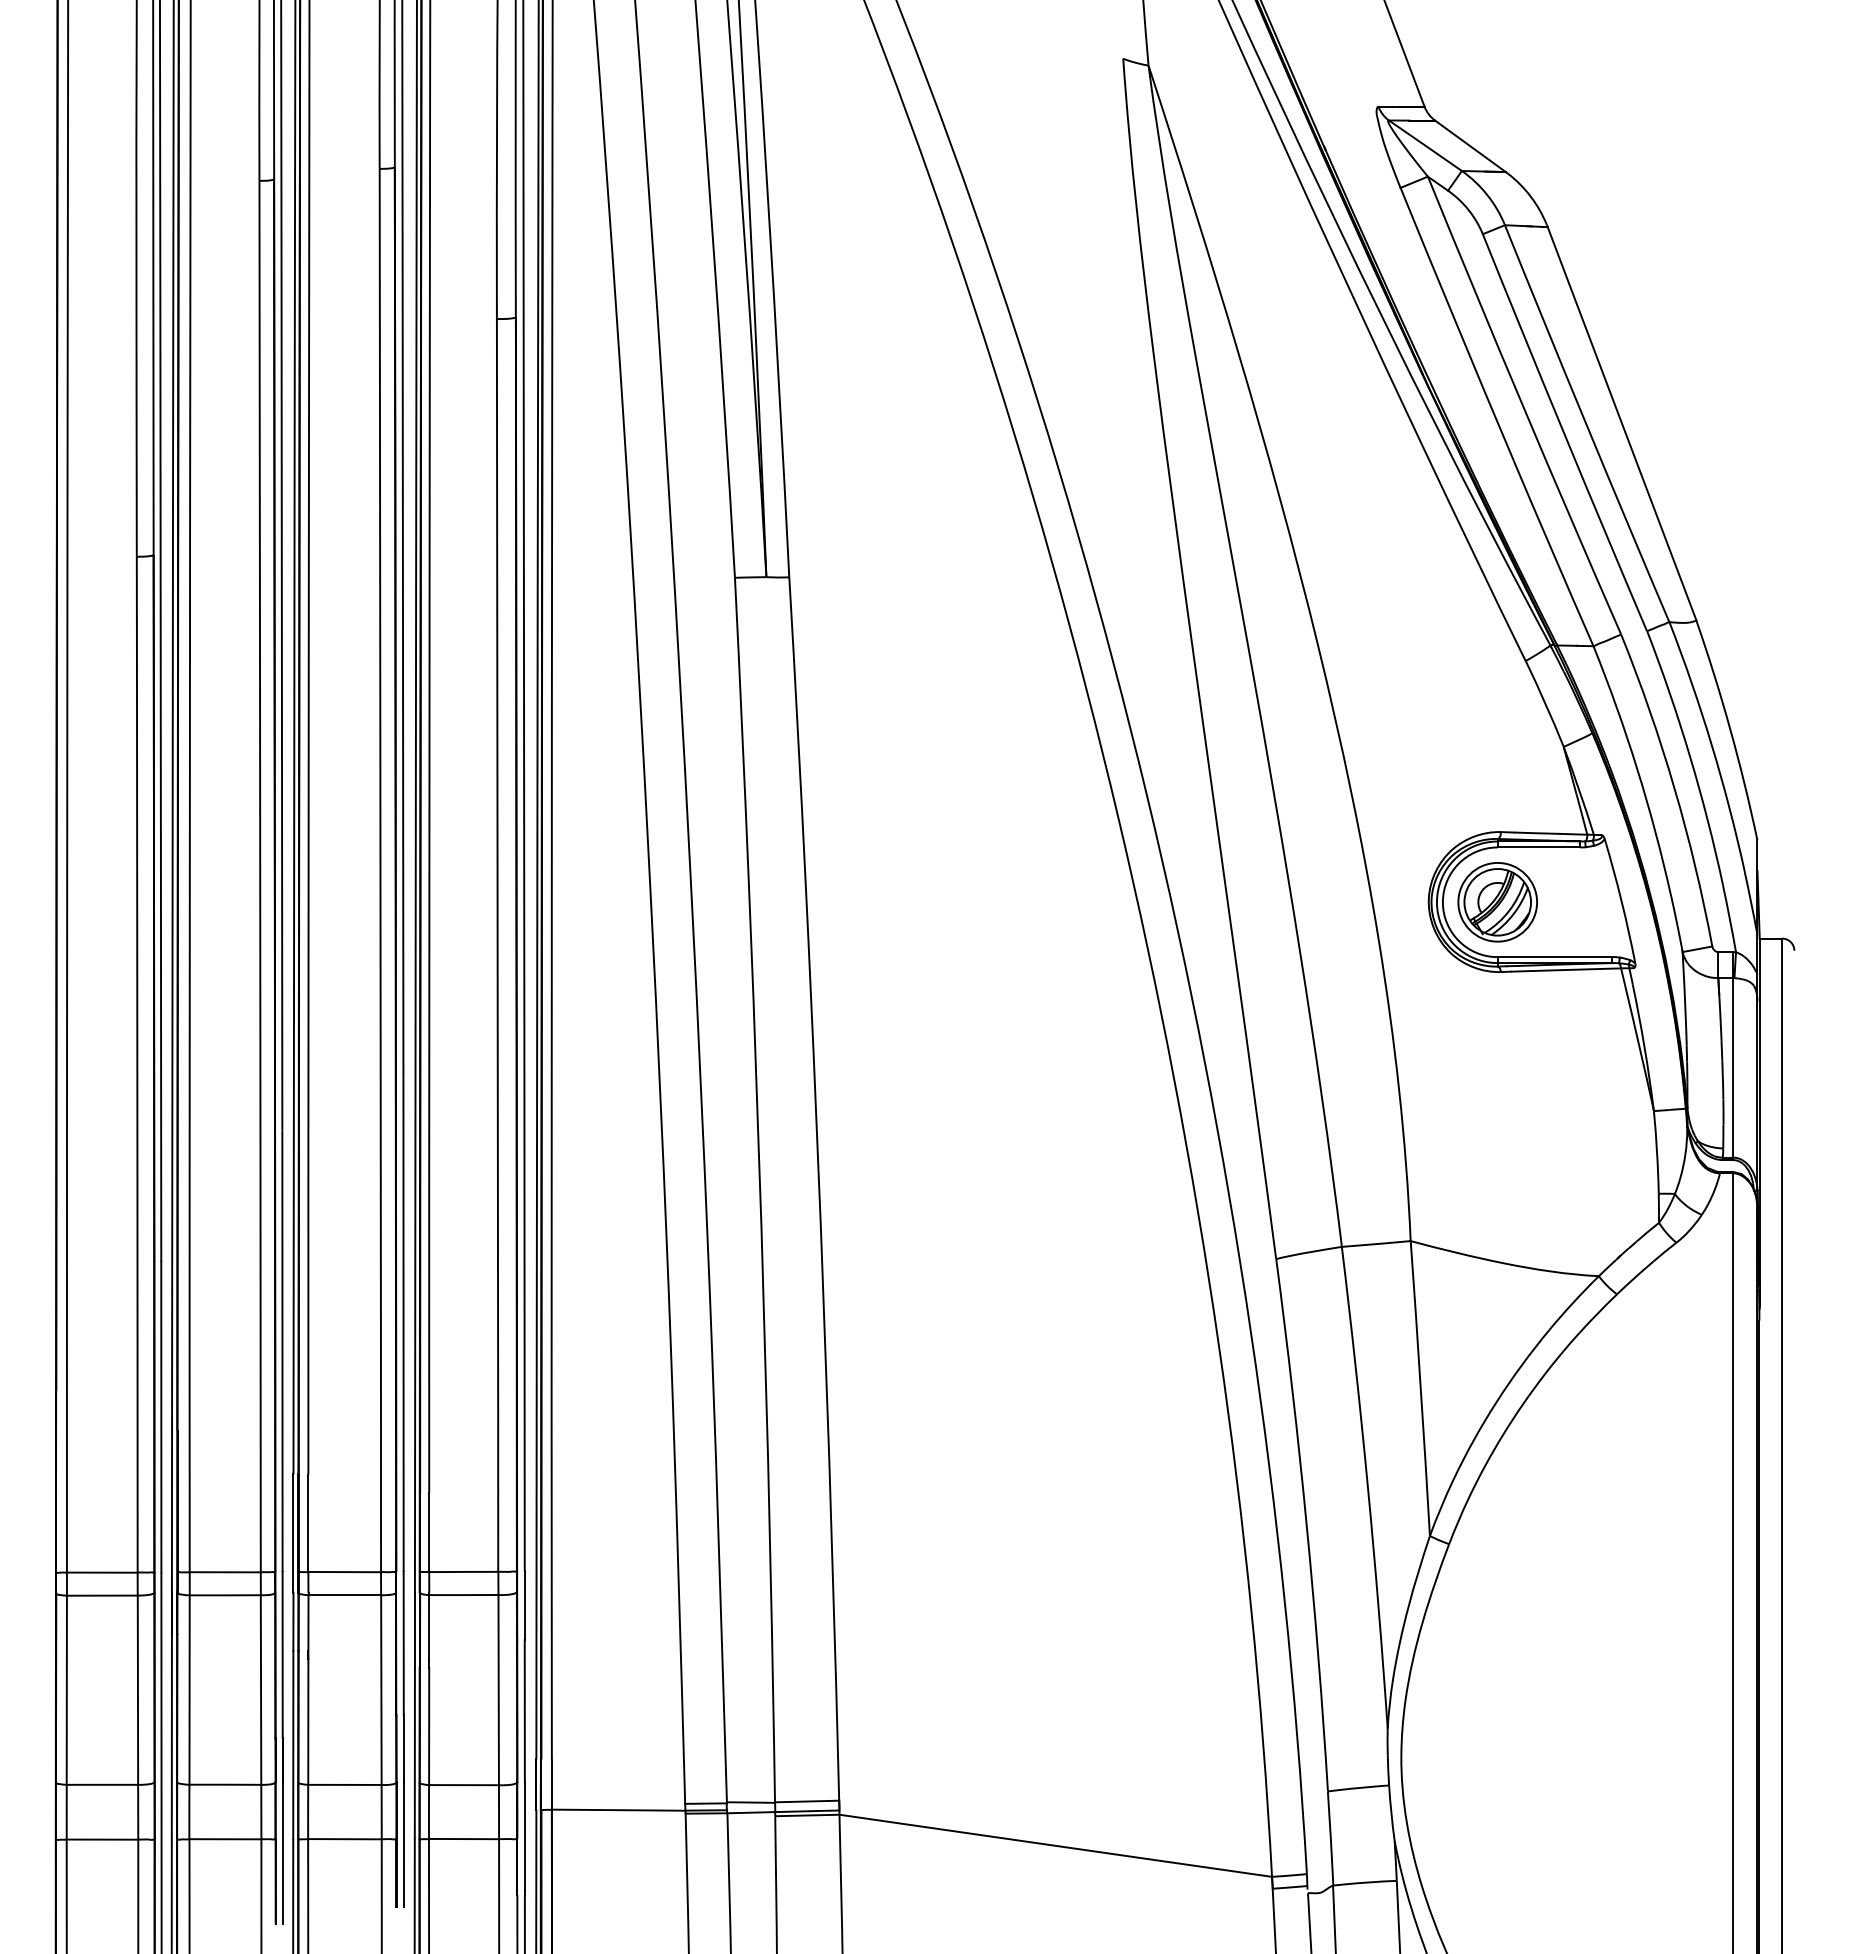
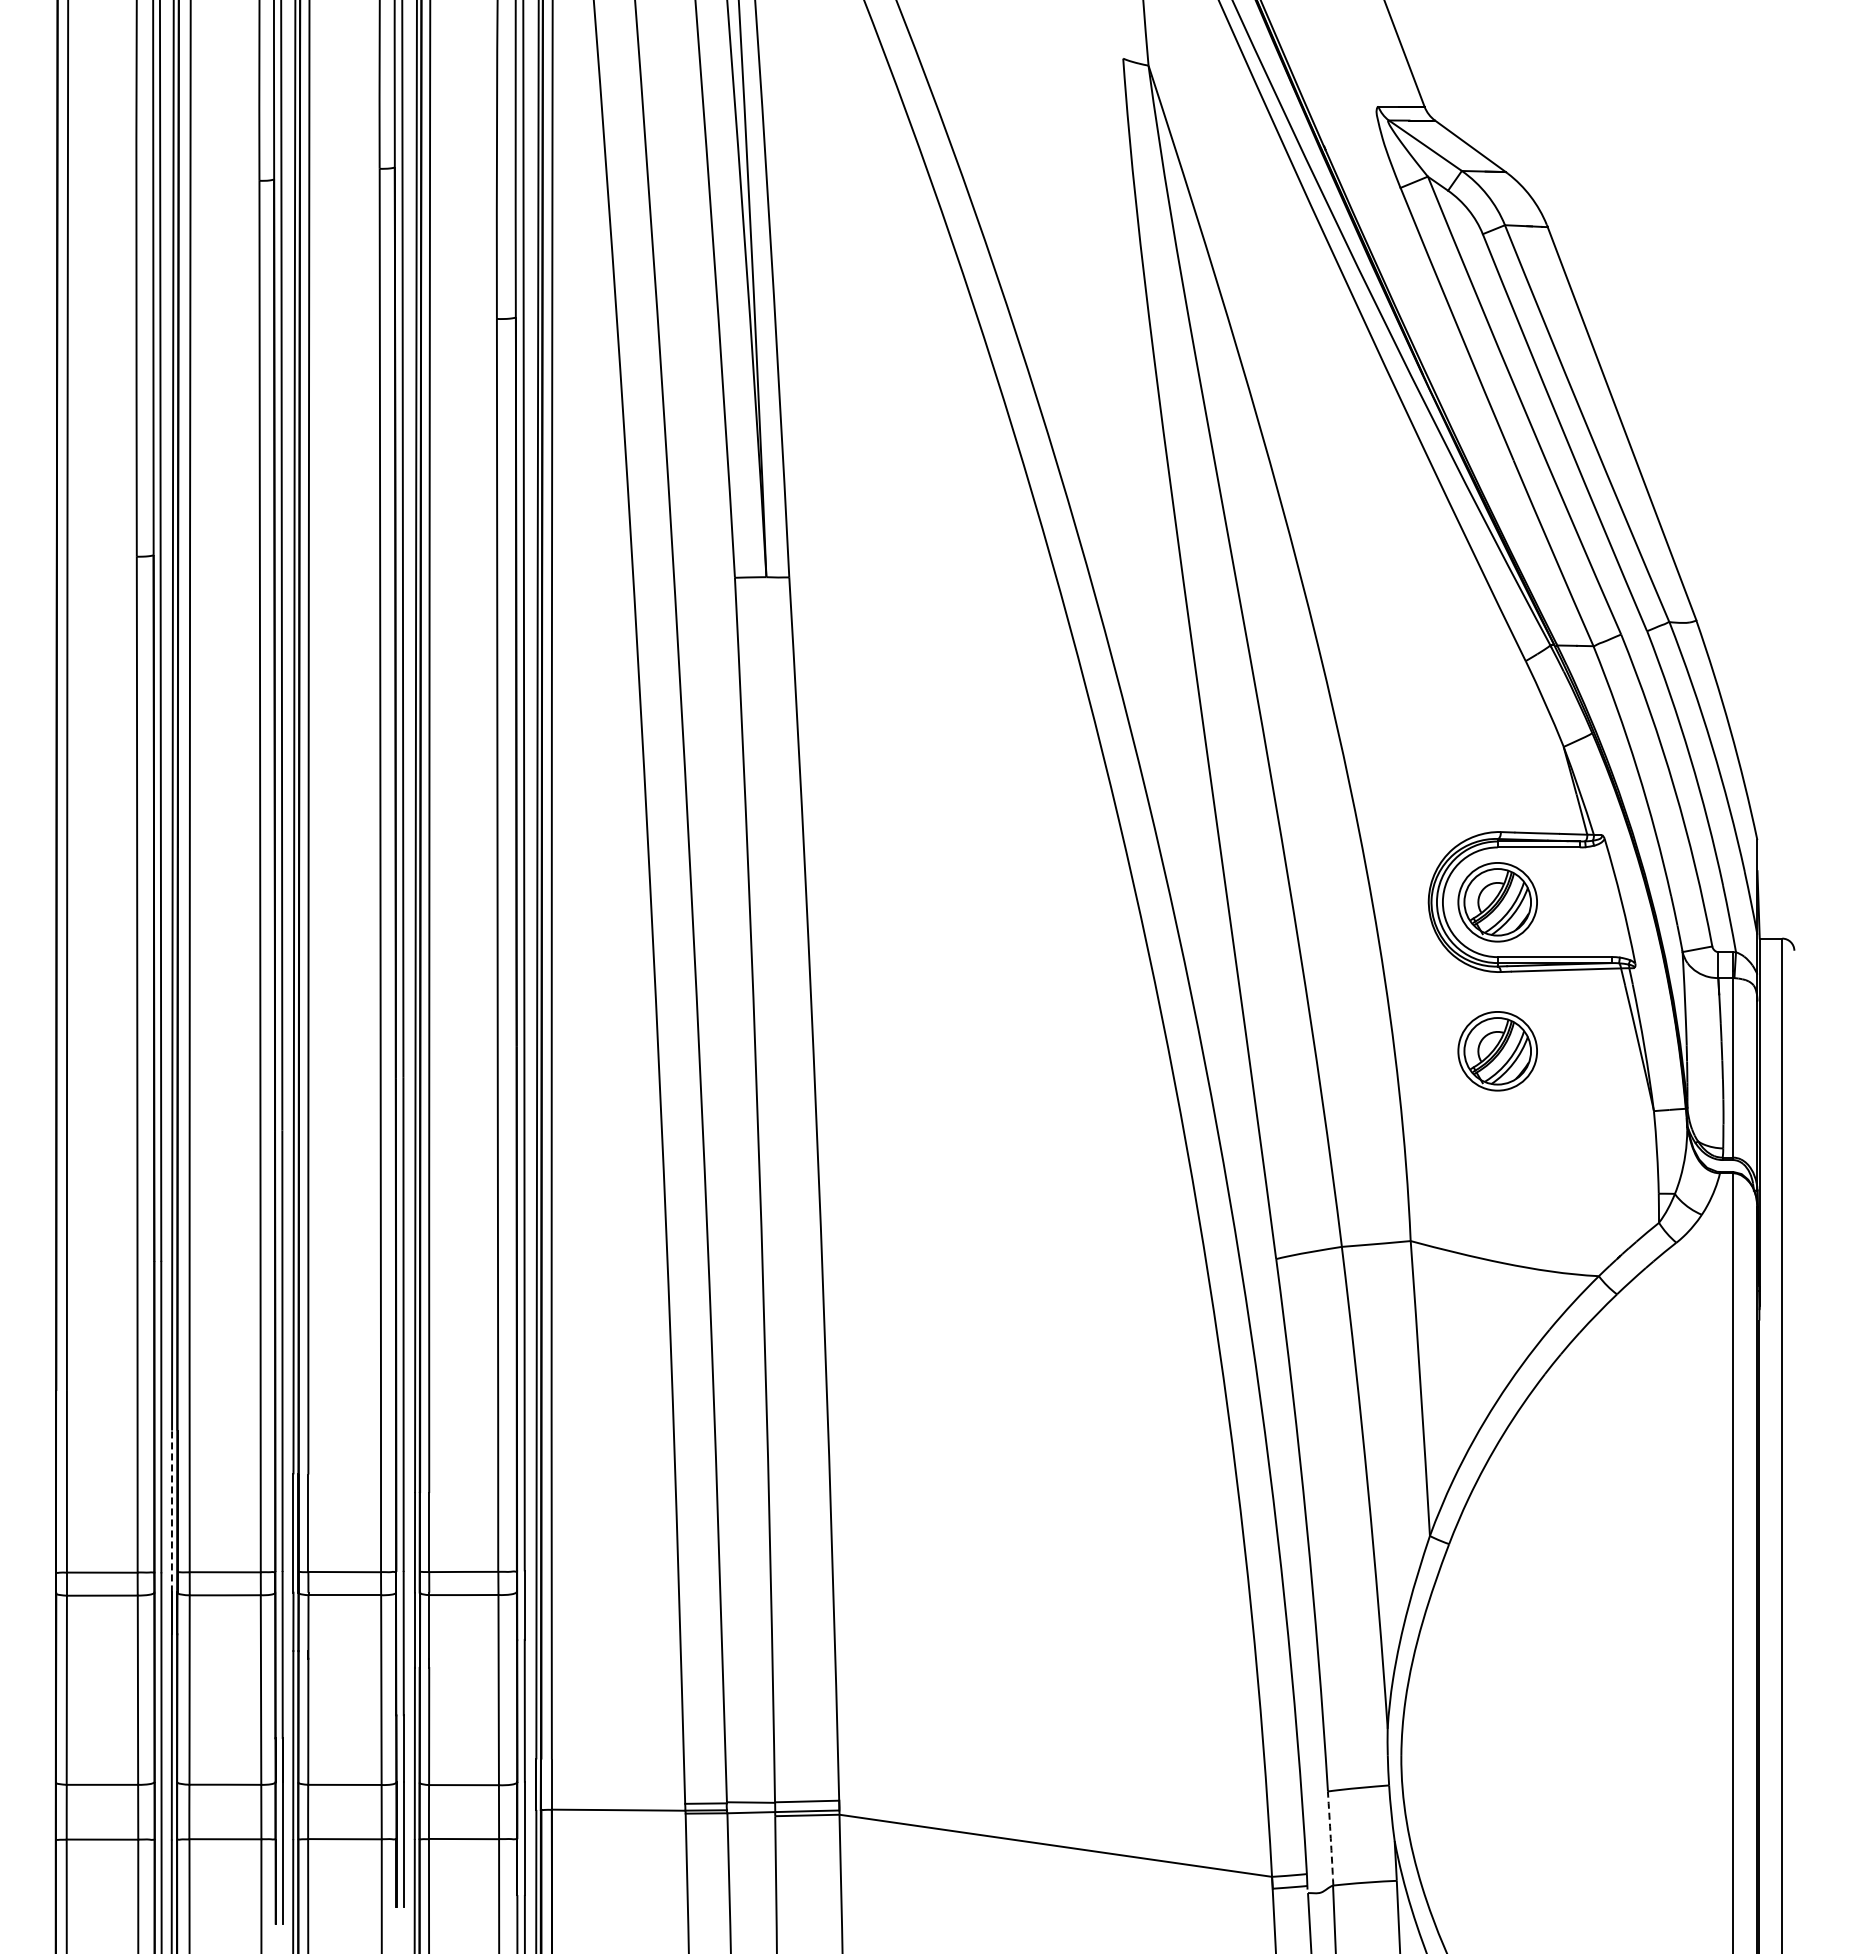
part at (1497, 1051): none -> present
line at (171, 1511): solid -> dashed
arc at (1330, 1838): solid -> dashed
